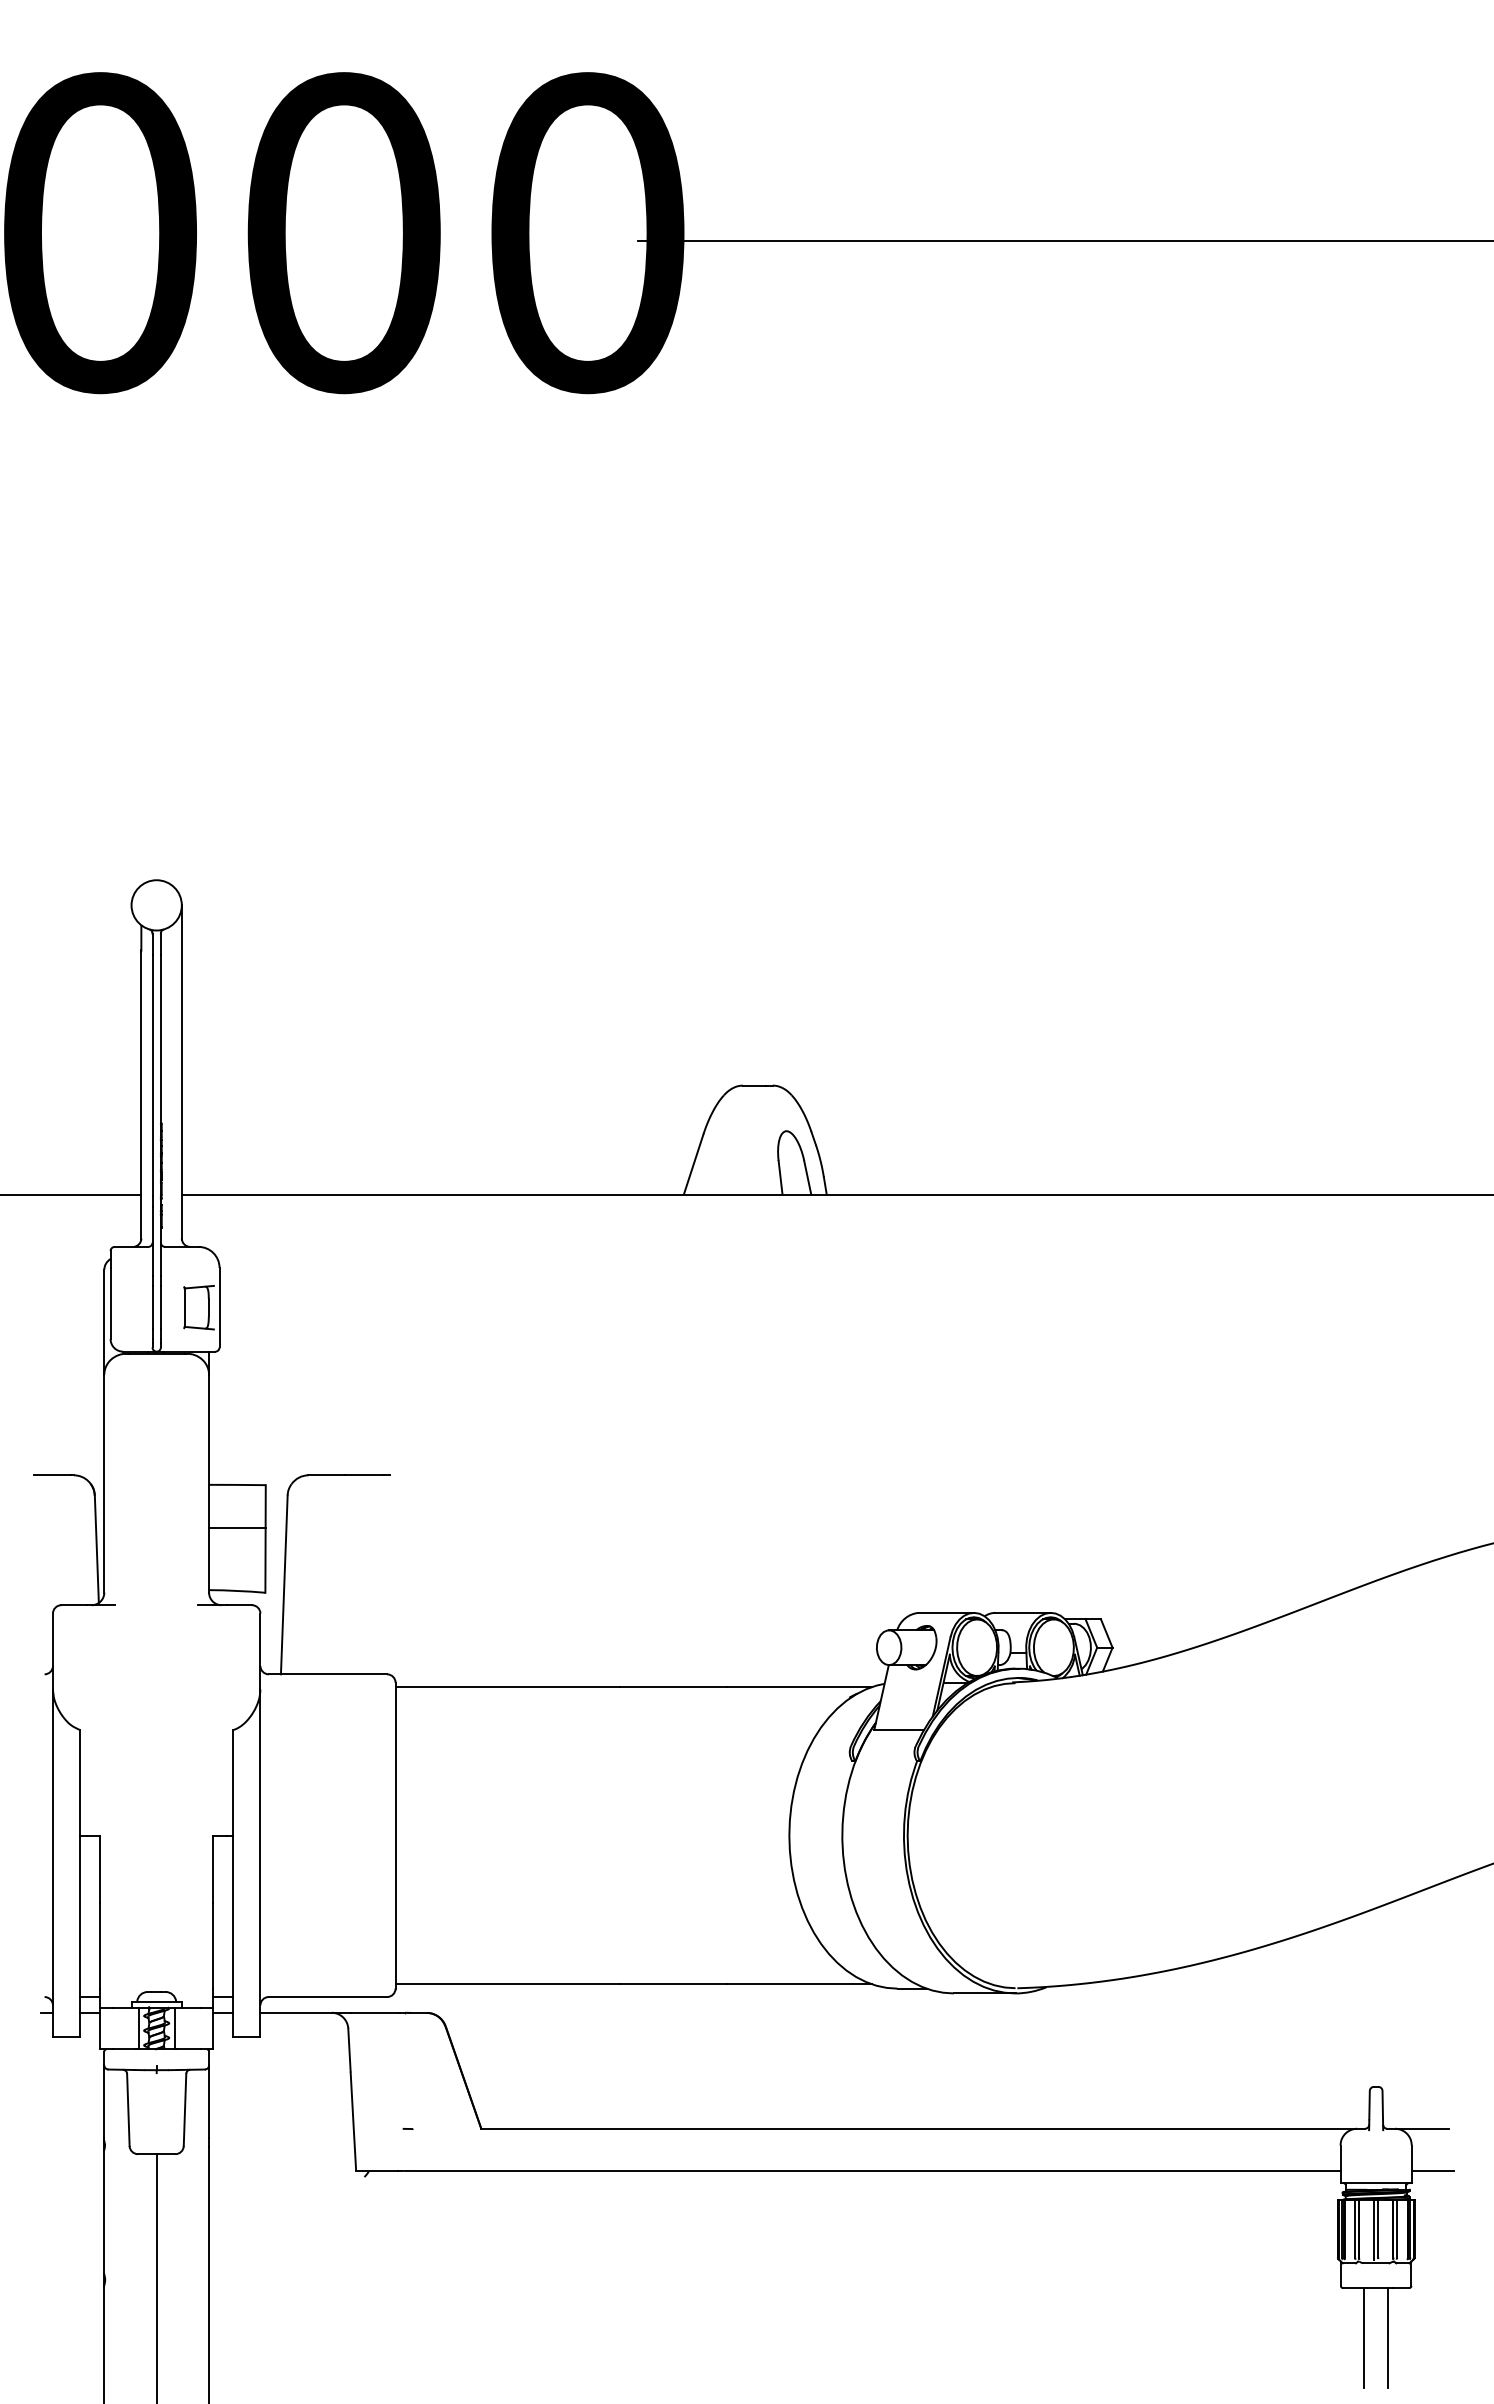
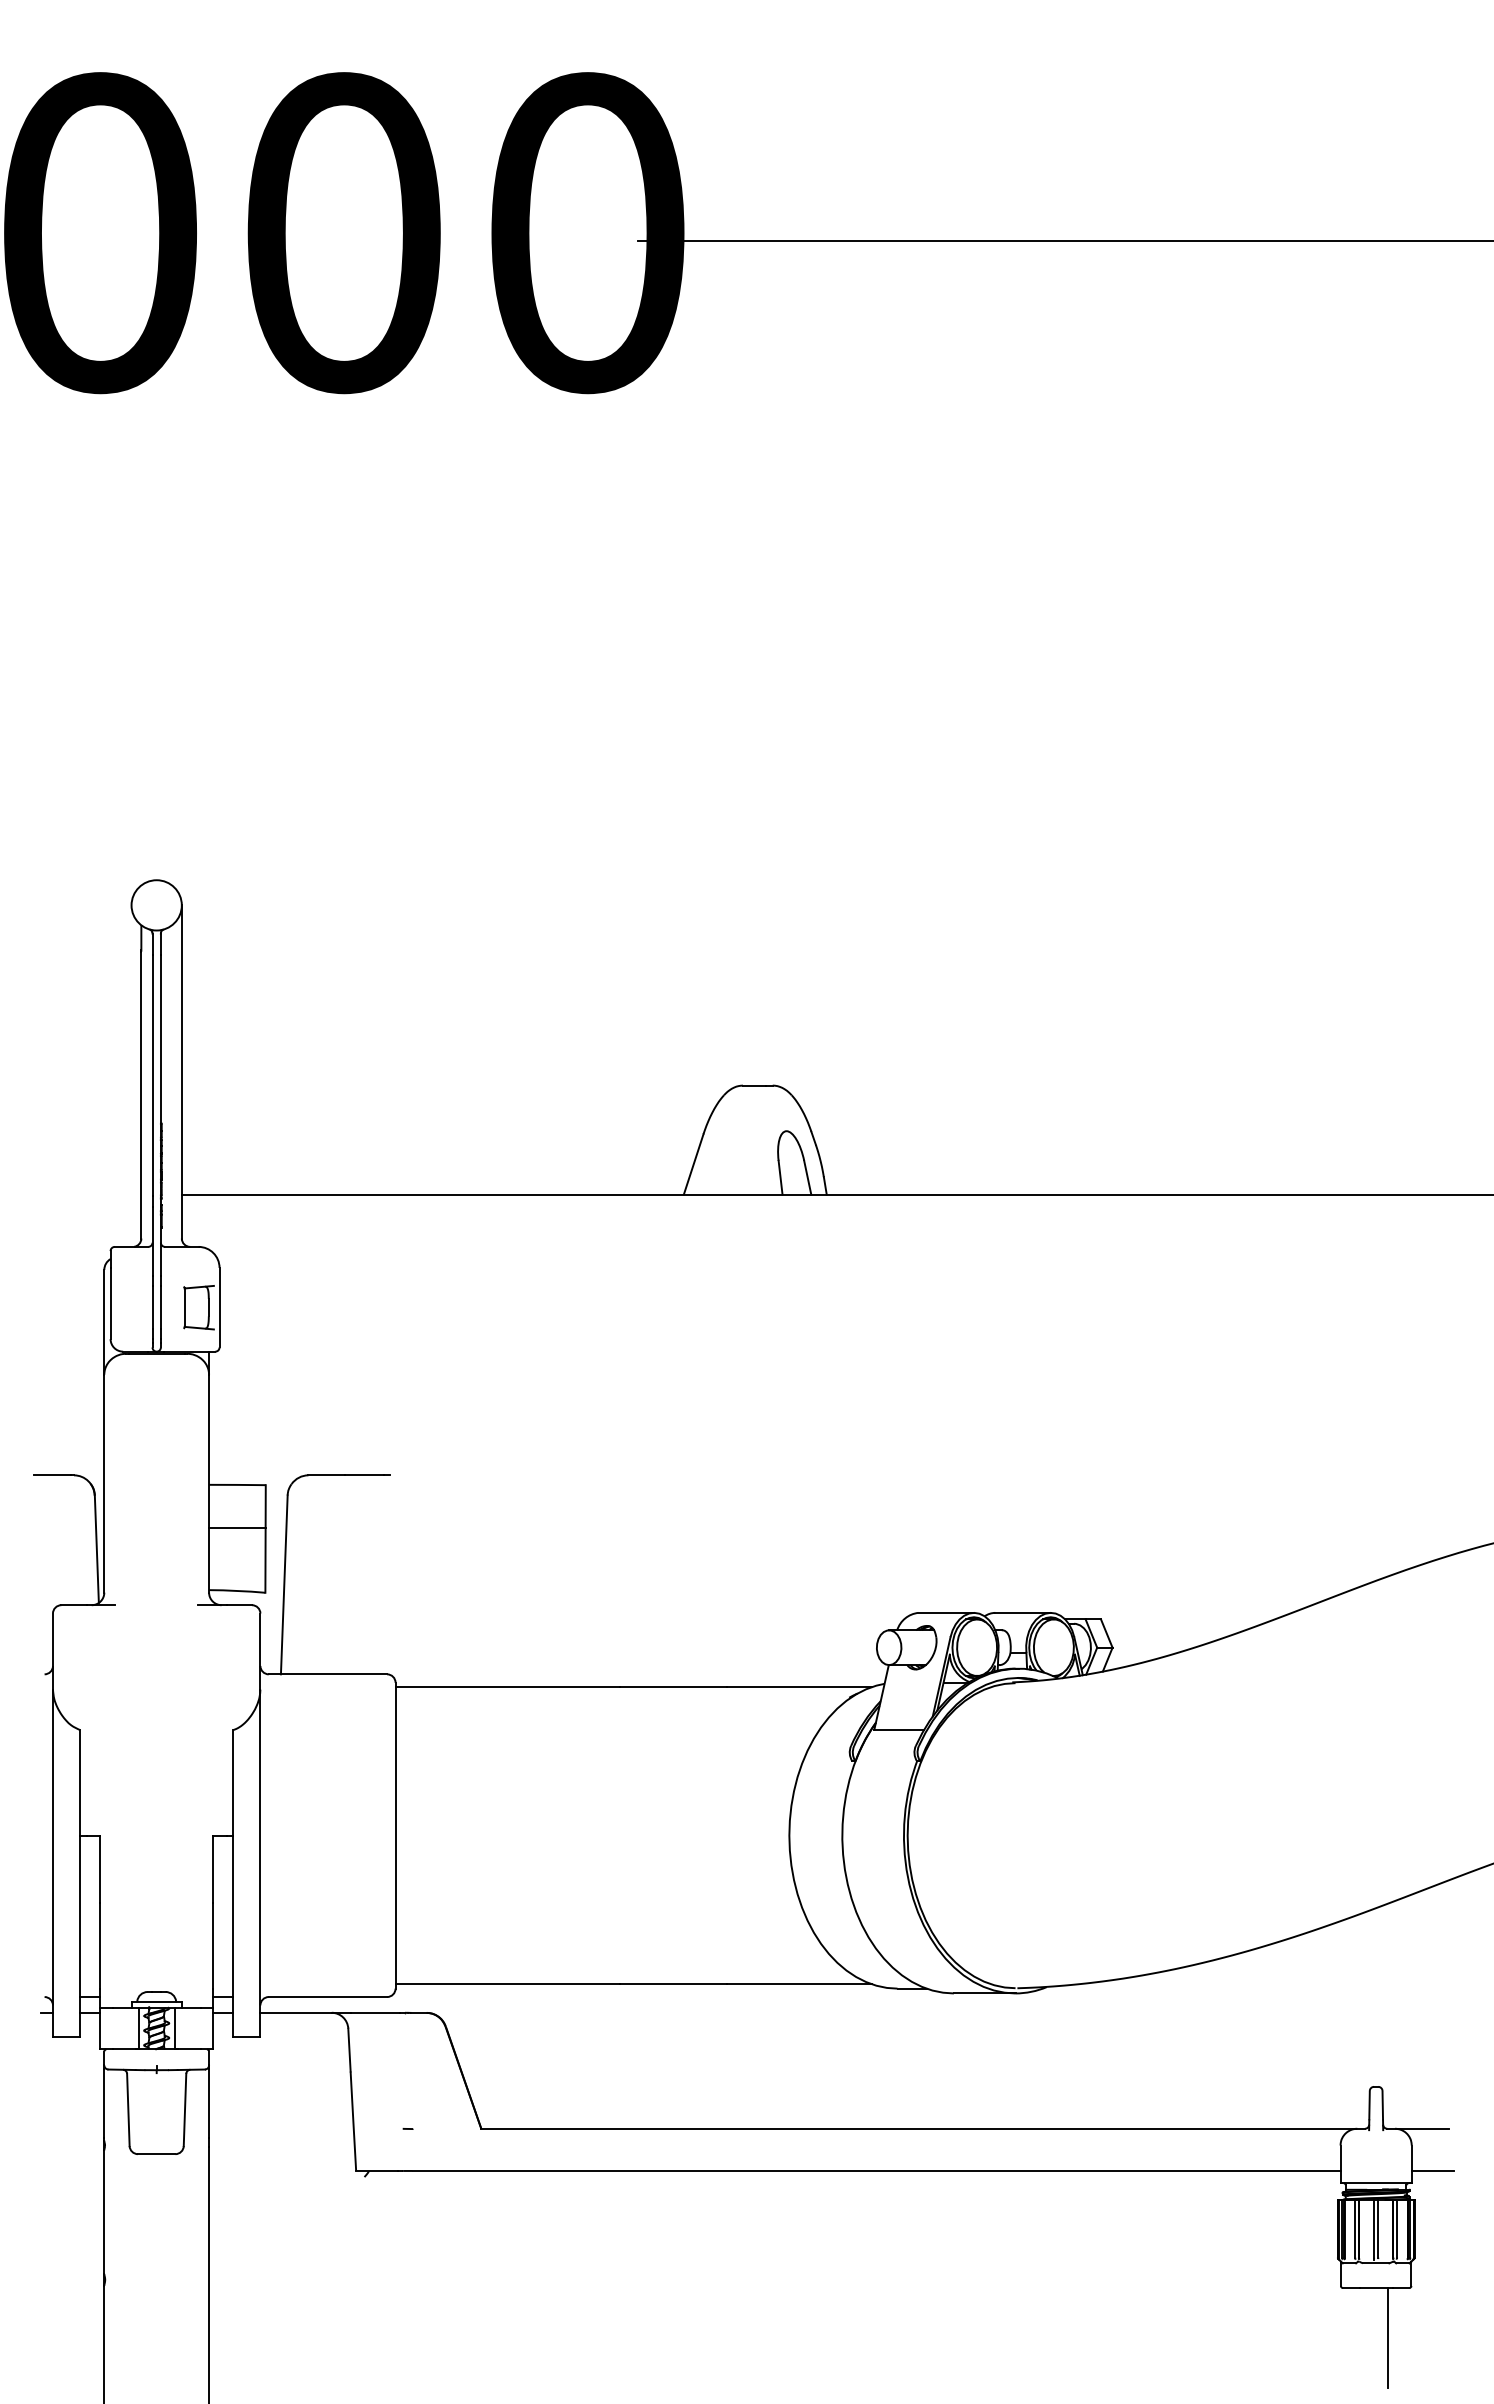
line at (71, 1194): present -> none
line at (156, 2277): present -> none
line at (1364, 2338): present -> none
